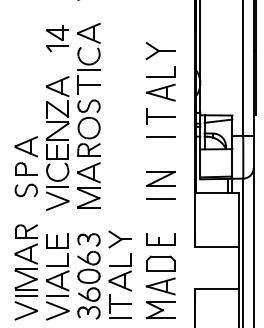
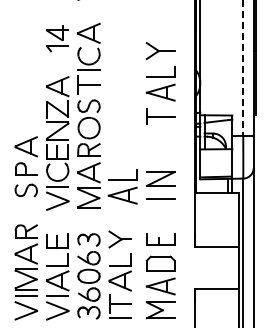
line at (243, 68): solid -> dashed
line at (160, 136): present -> none
part at (122, 186): none -> present
